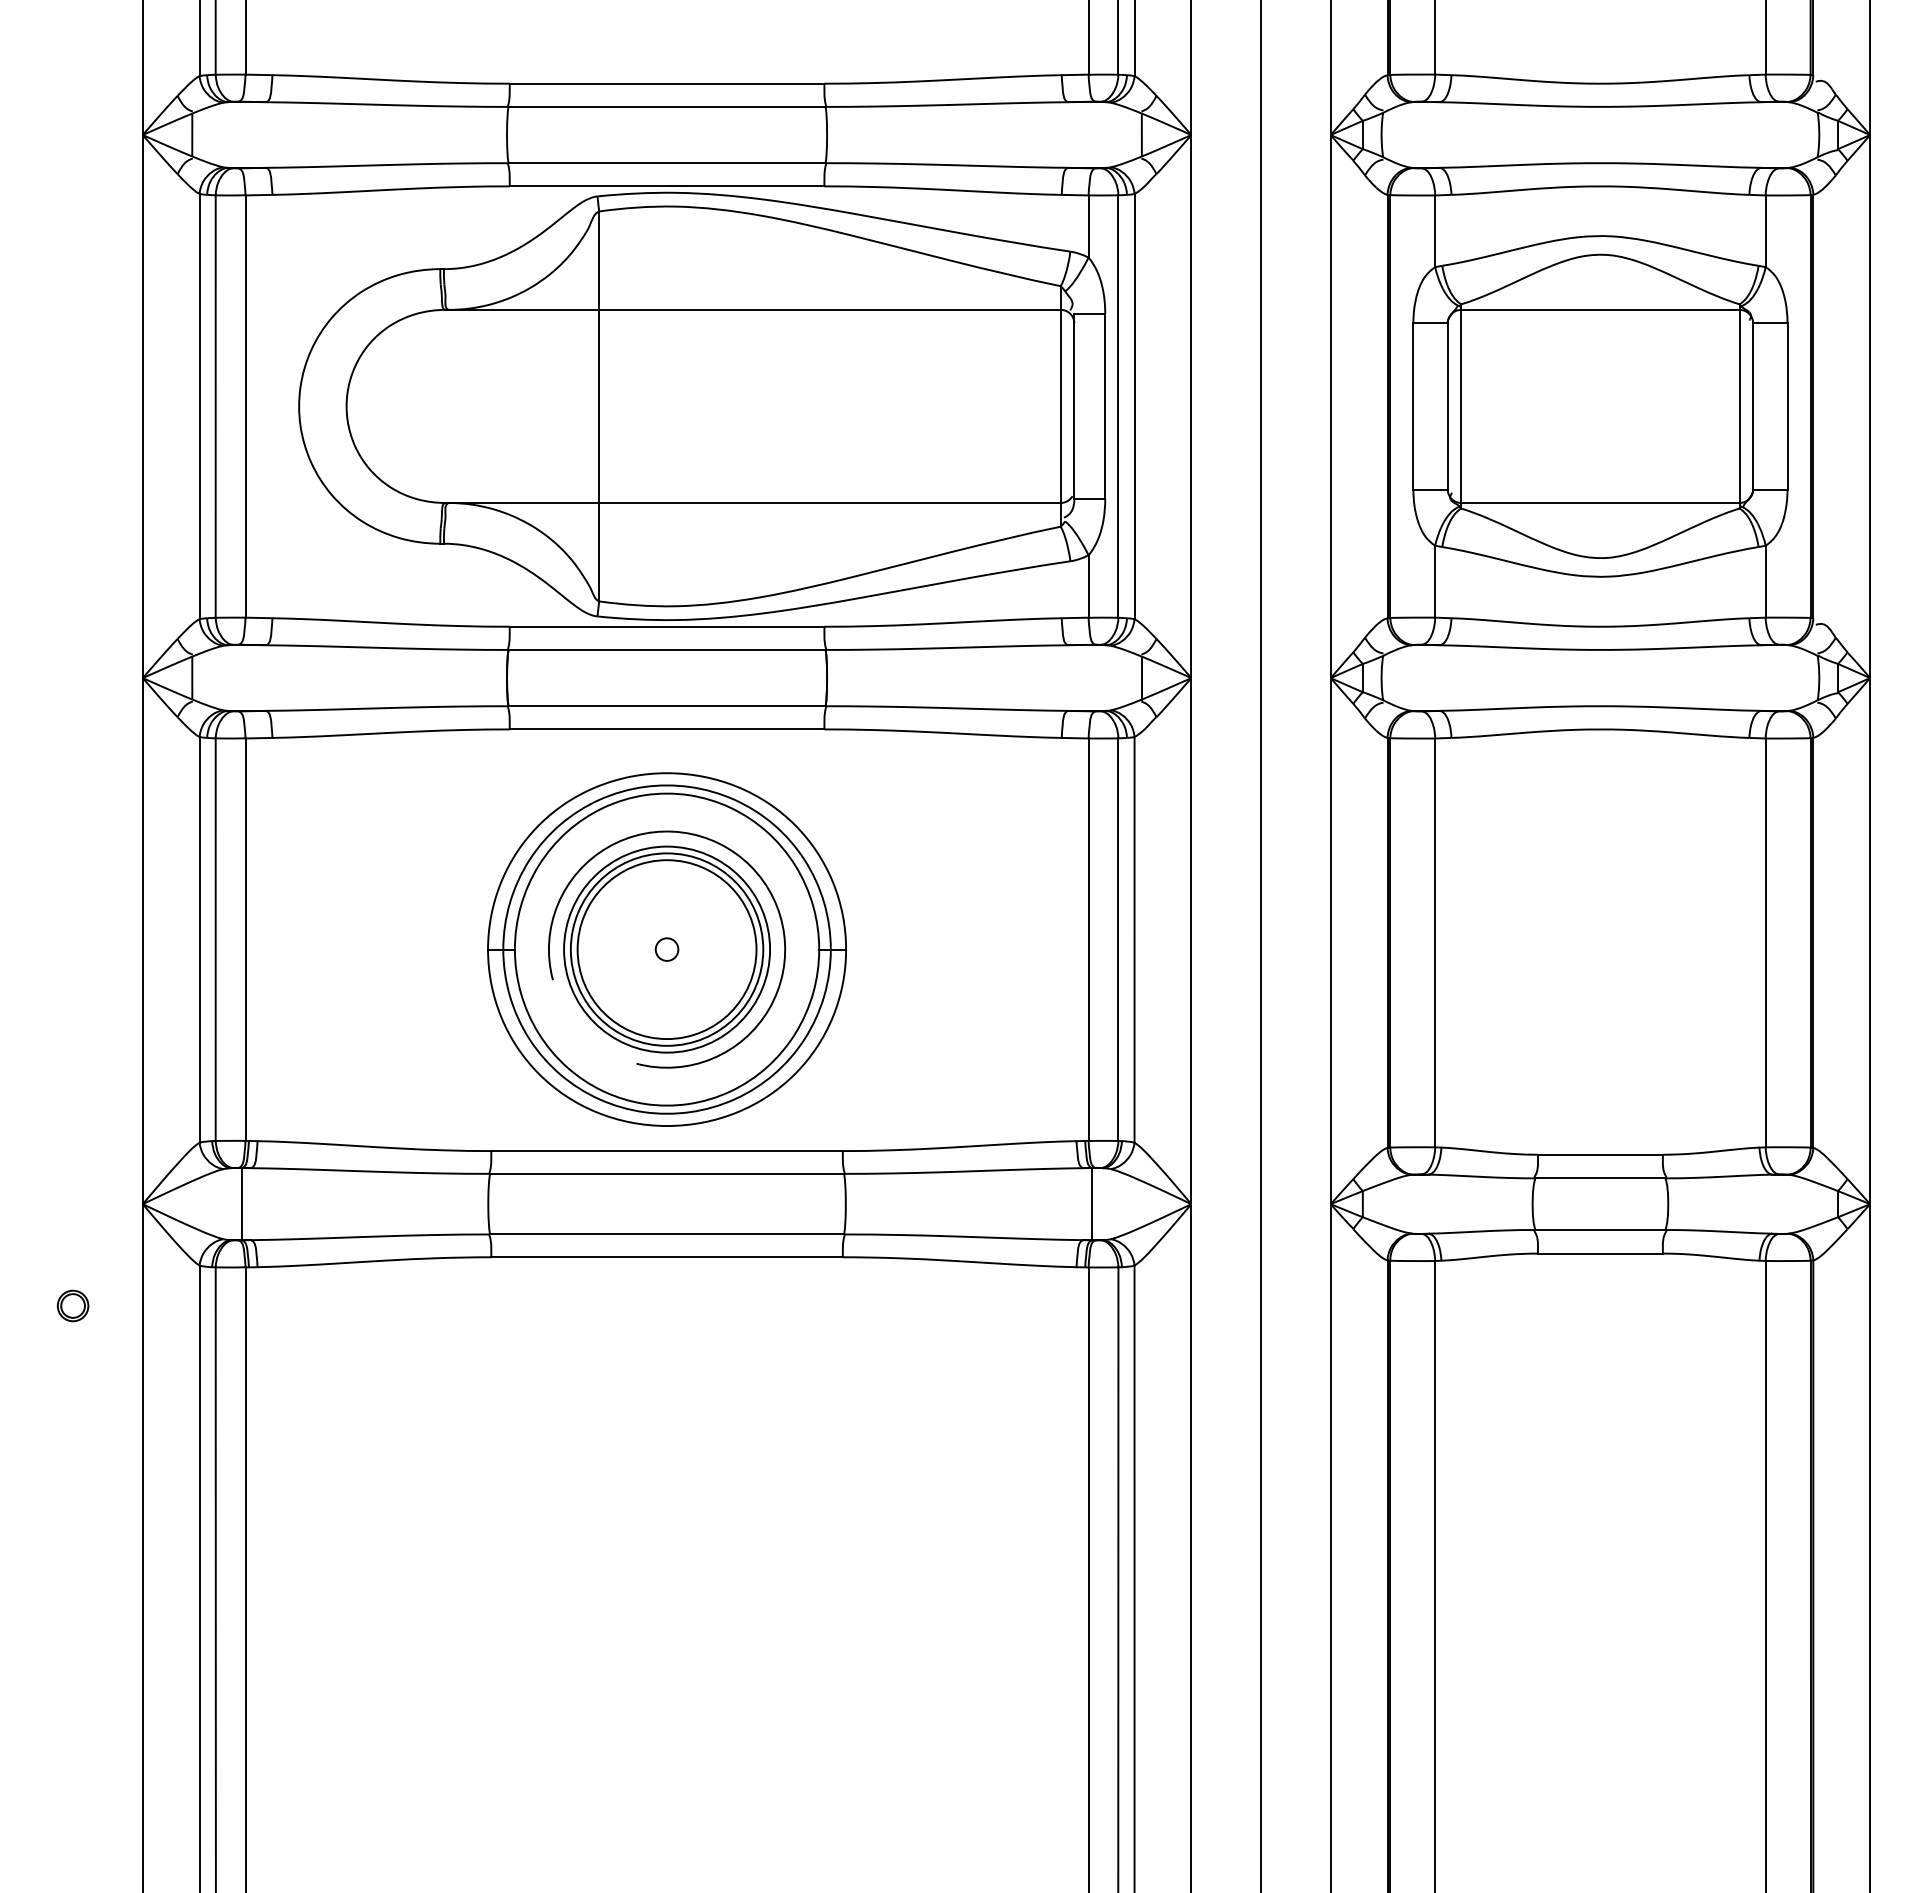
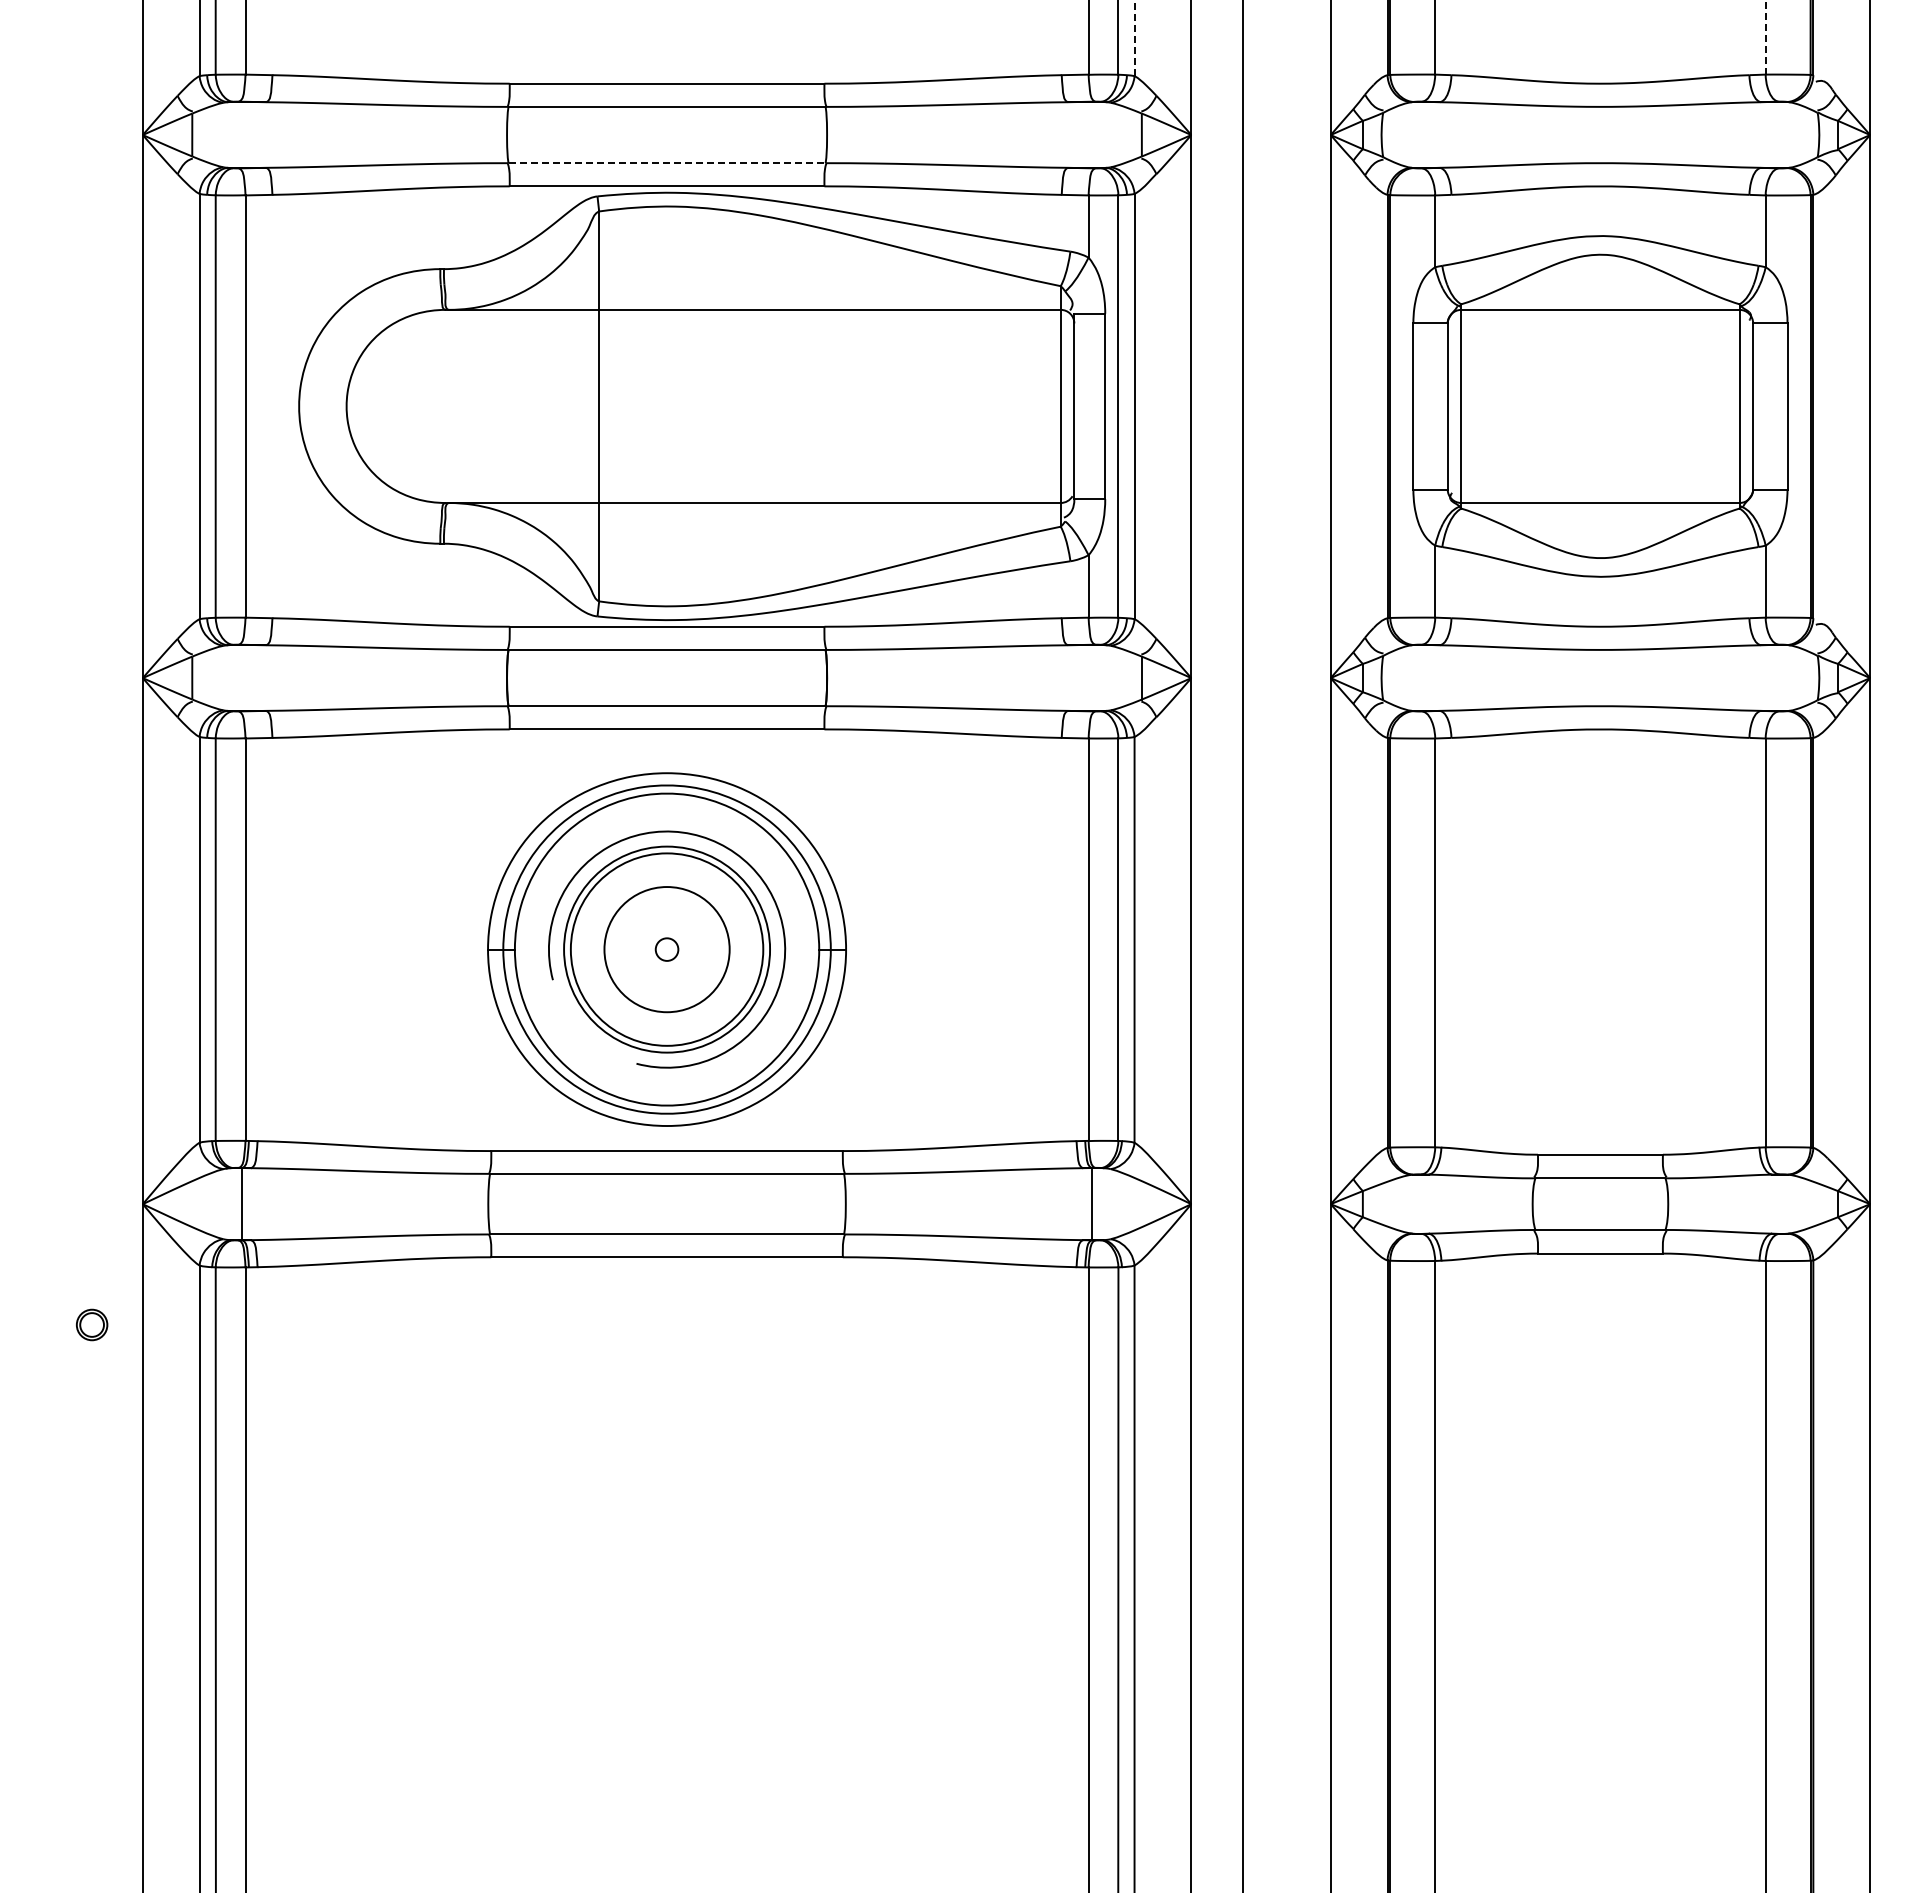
line at (1765, 37): solid -> dashed
line at (1134, 38): solid -> dashed
line at (667, 163): solid -> dashed
line at (1261, 945) position: (1261, 945) -> (1243, 945)
circle at (666, 949) diameter: 179 px -> 125 px
part at (73, 1305) position: (73, 1305) -> (92, 1324)
